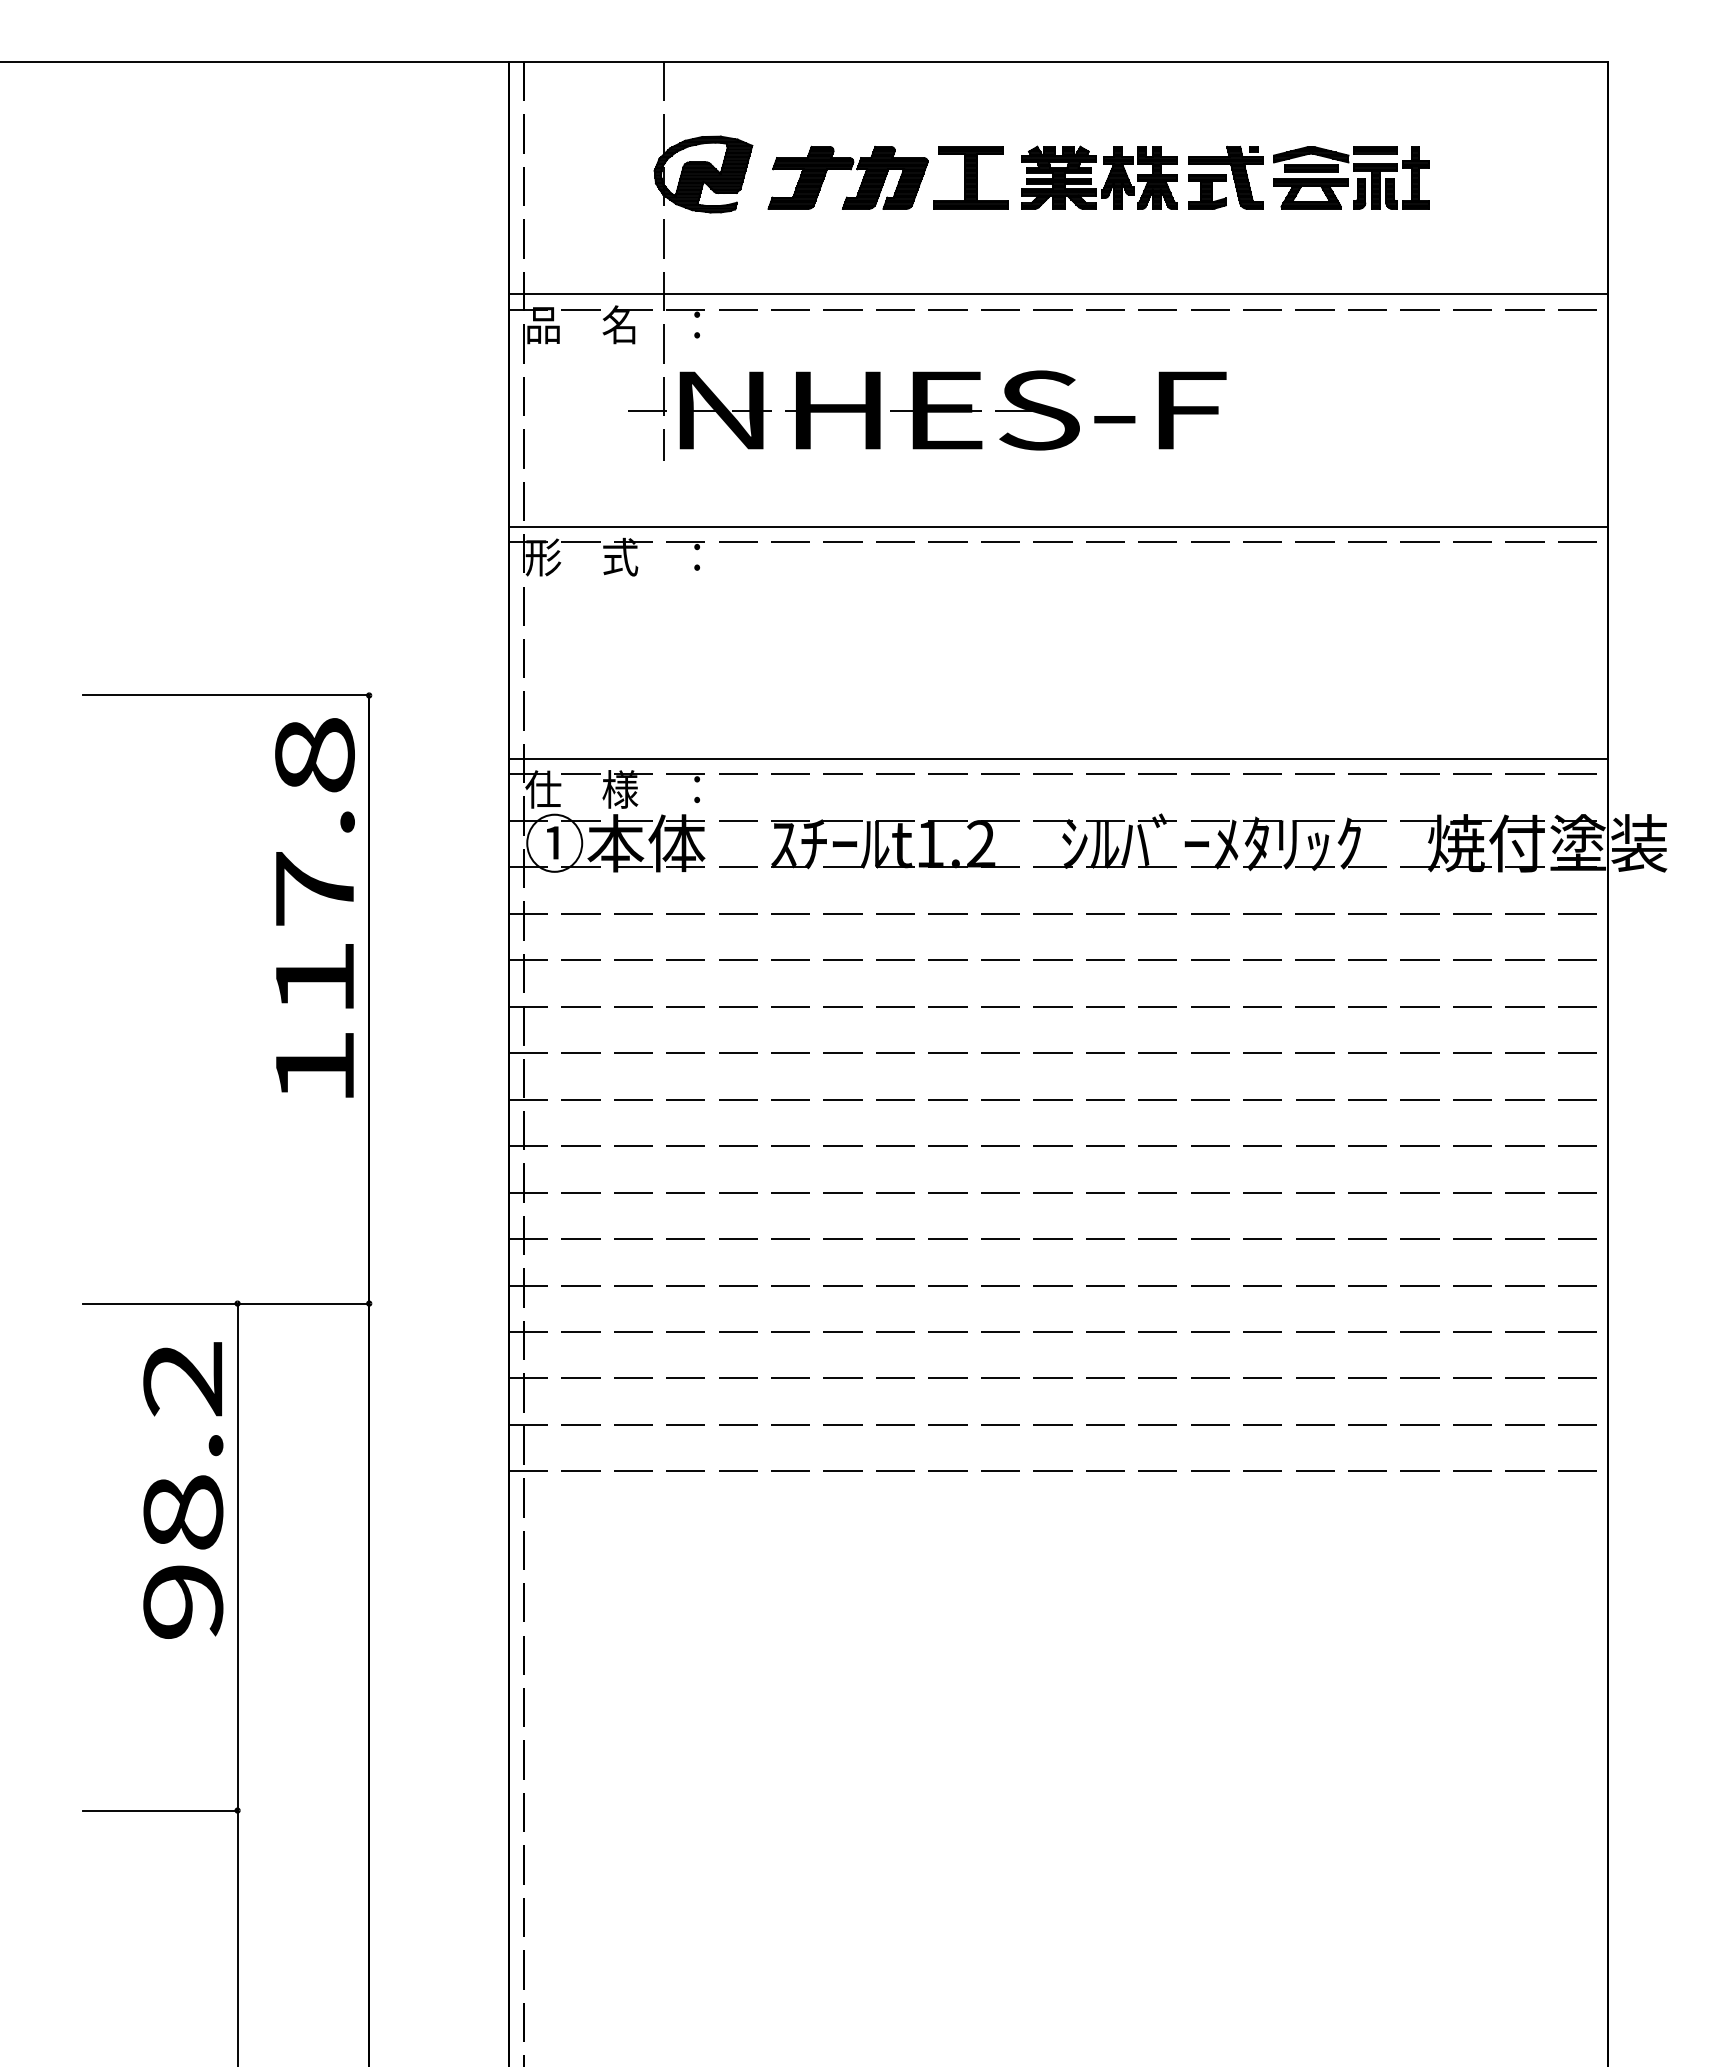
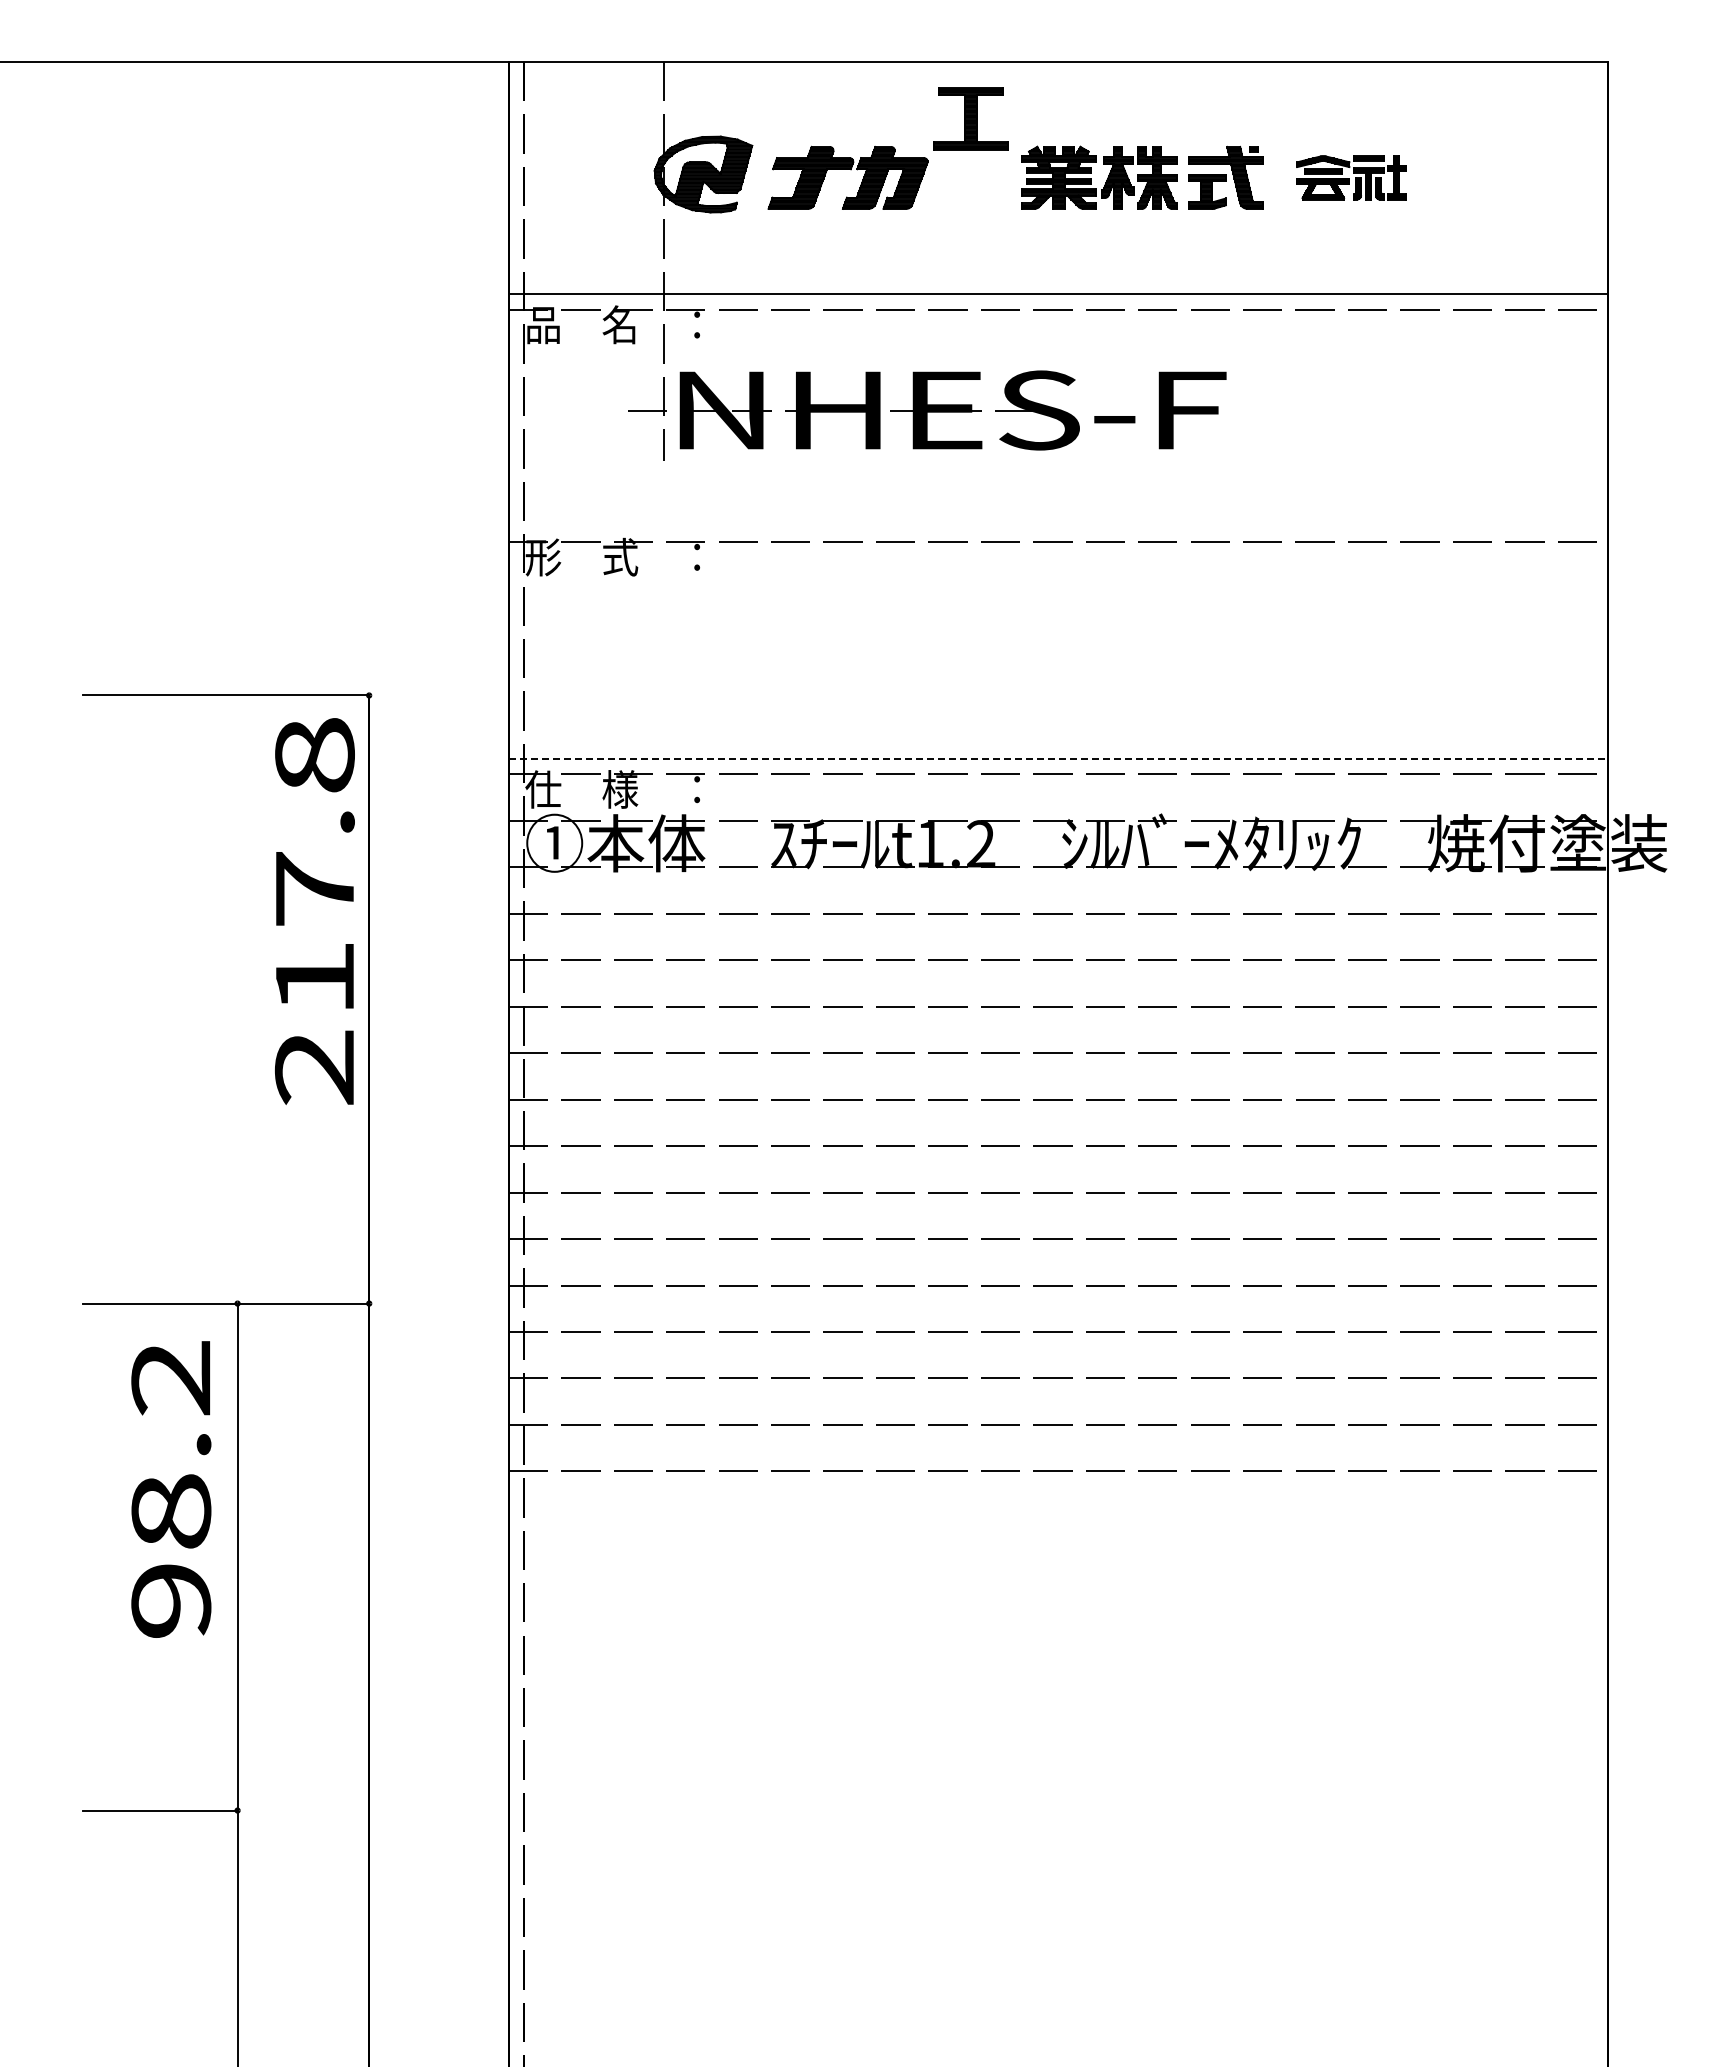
part at (970, 177) position: (970, 177) -> (970, 118)
part at (1351, 177) size: 157x64 px -> 111x46 px
line at (1058, 526): present -> none
line at (1058, 758): solid -> dashed
text at (313, 1067): 117.8 -> 217.8
text at (183, 1490) position: (183, 1490) -> (171, 1489)
